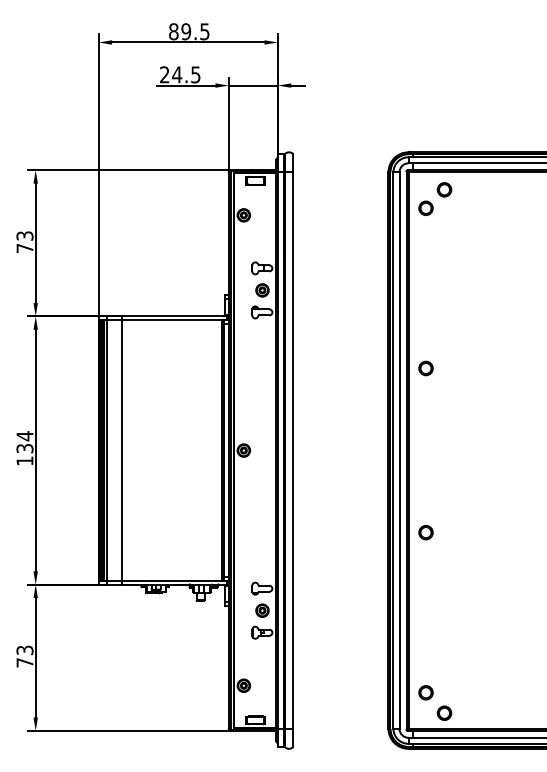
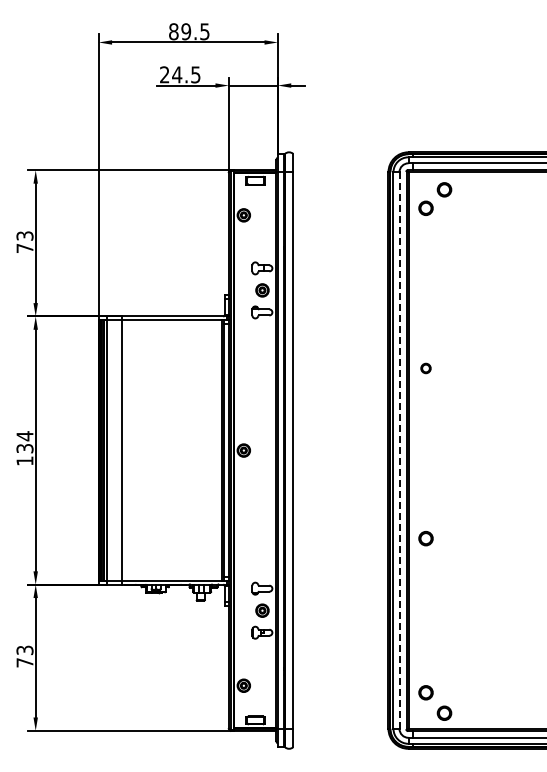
part at (425, 368) size: 16x17 px -> 12x13 px
line at (399, 451): solid -> dashed
circle at (425, 532) position: (425, 532) -> (425, 538)
